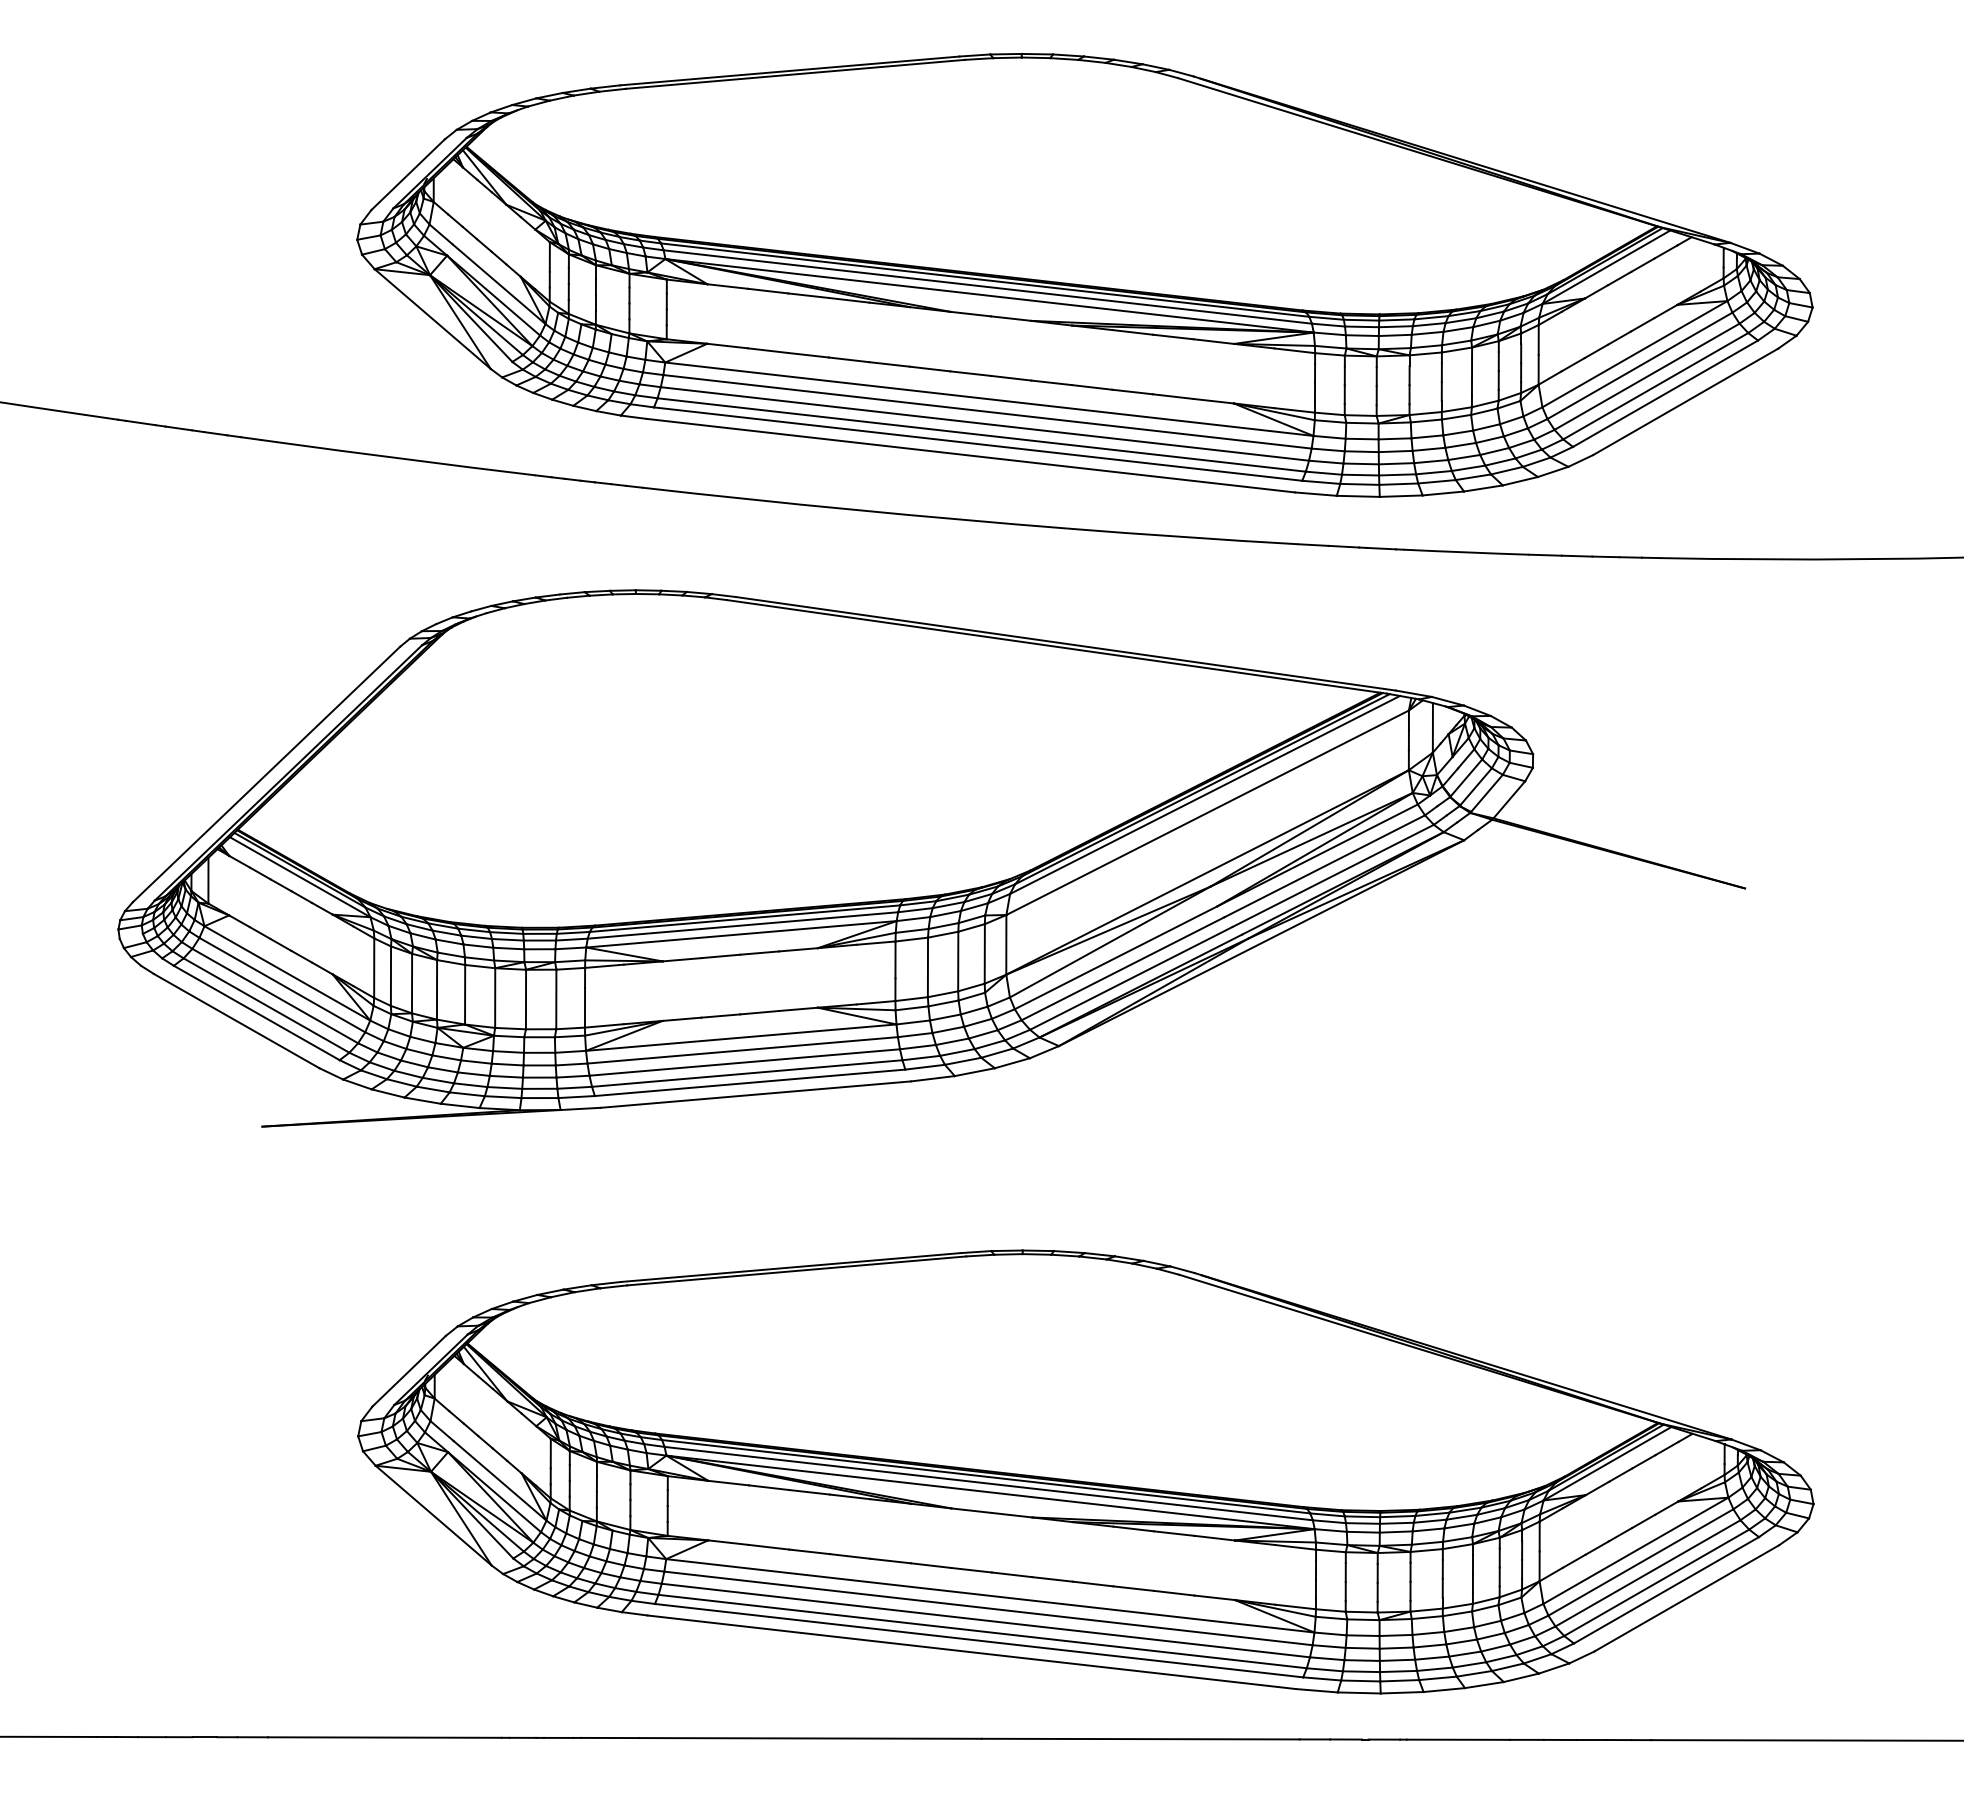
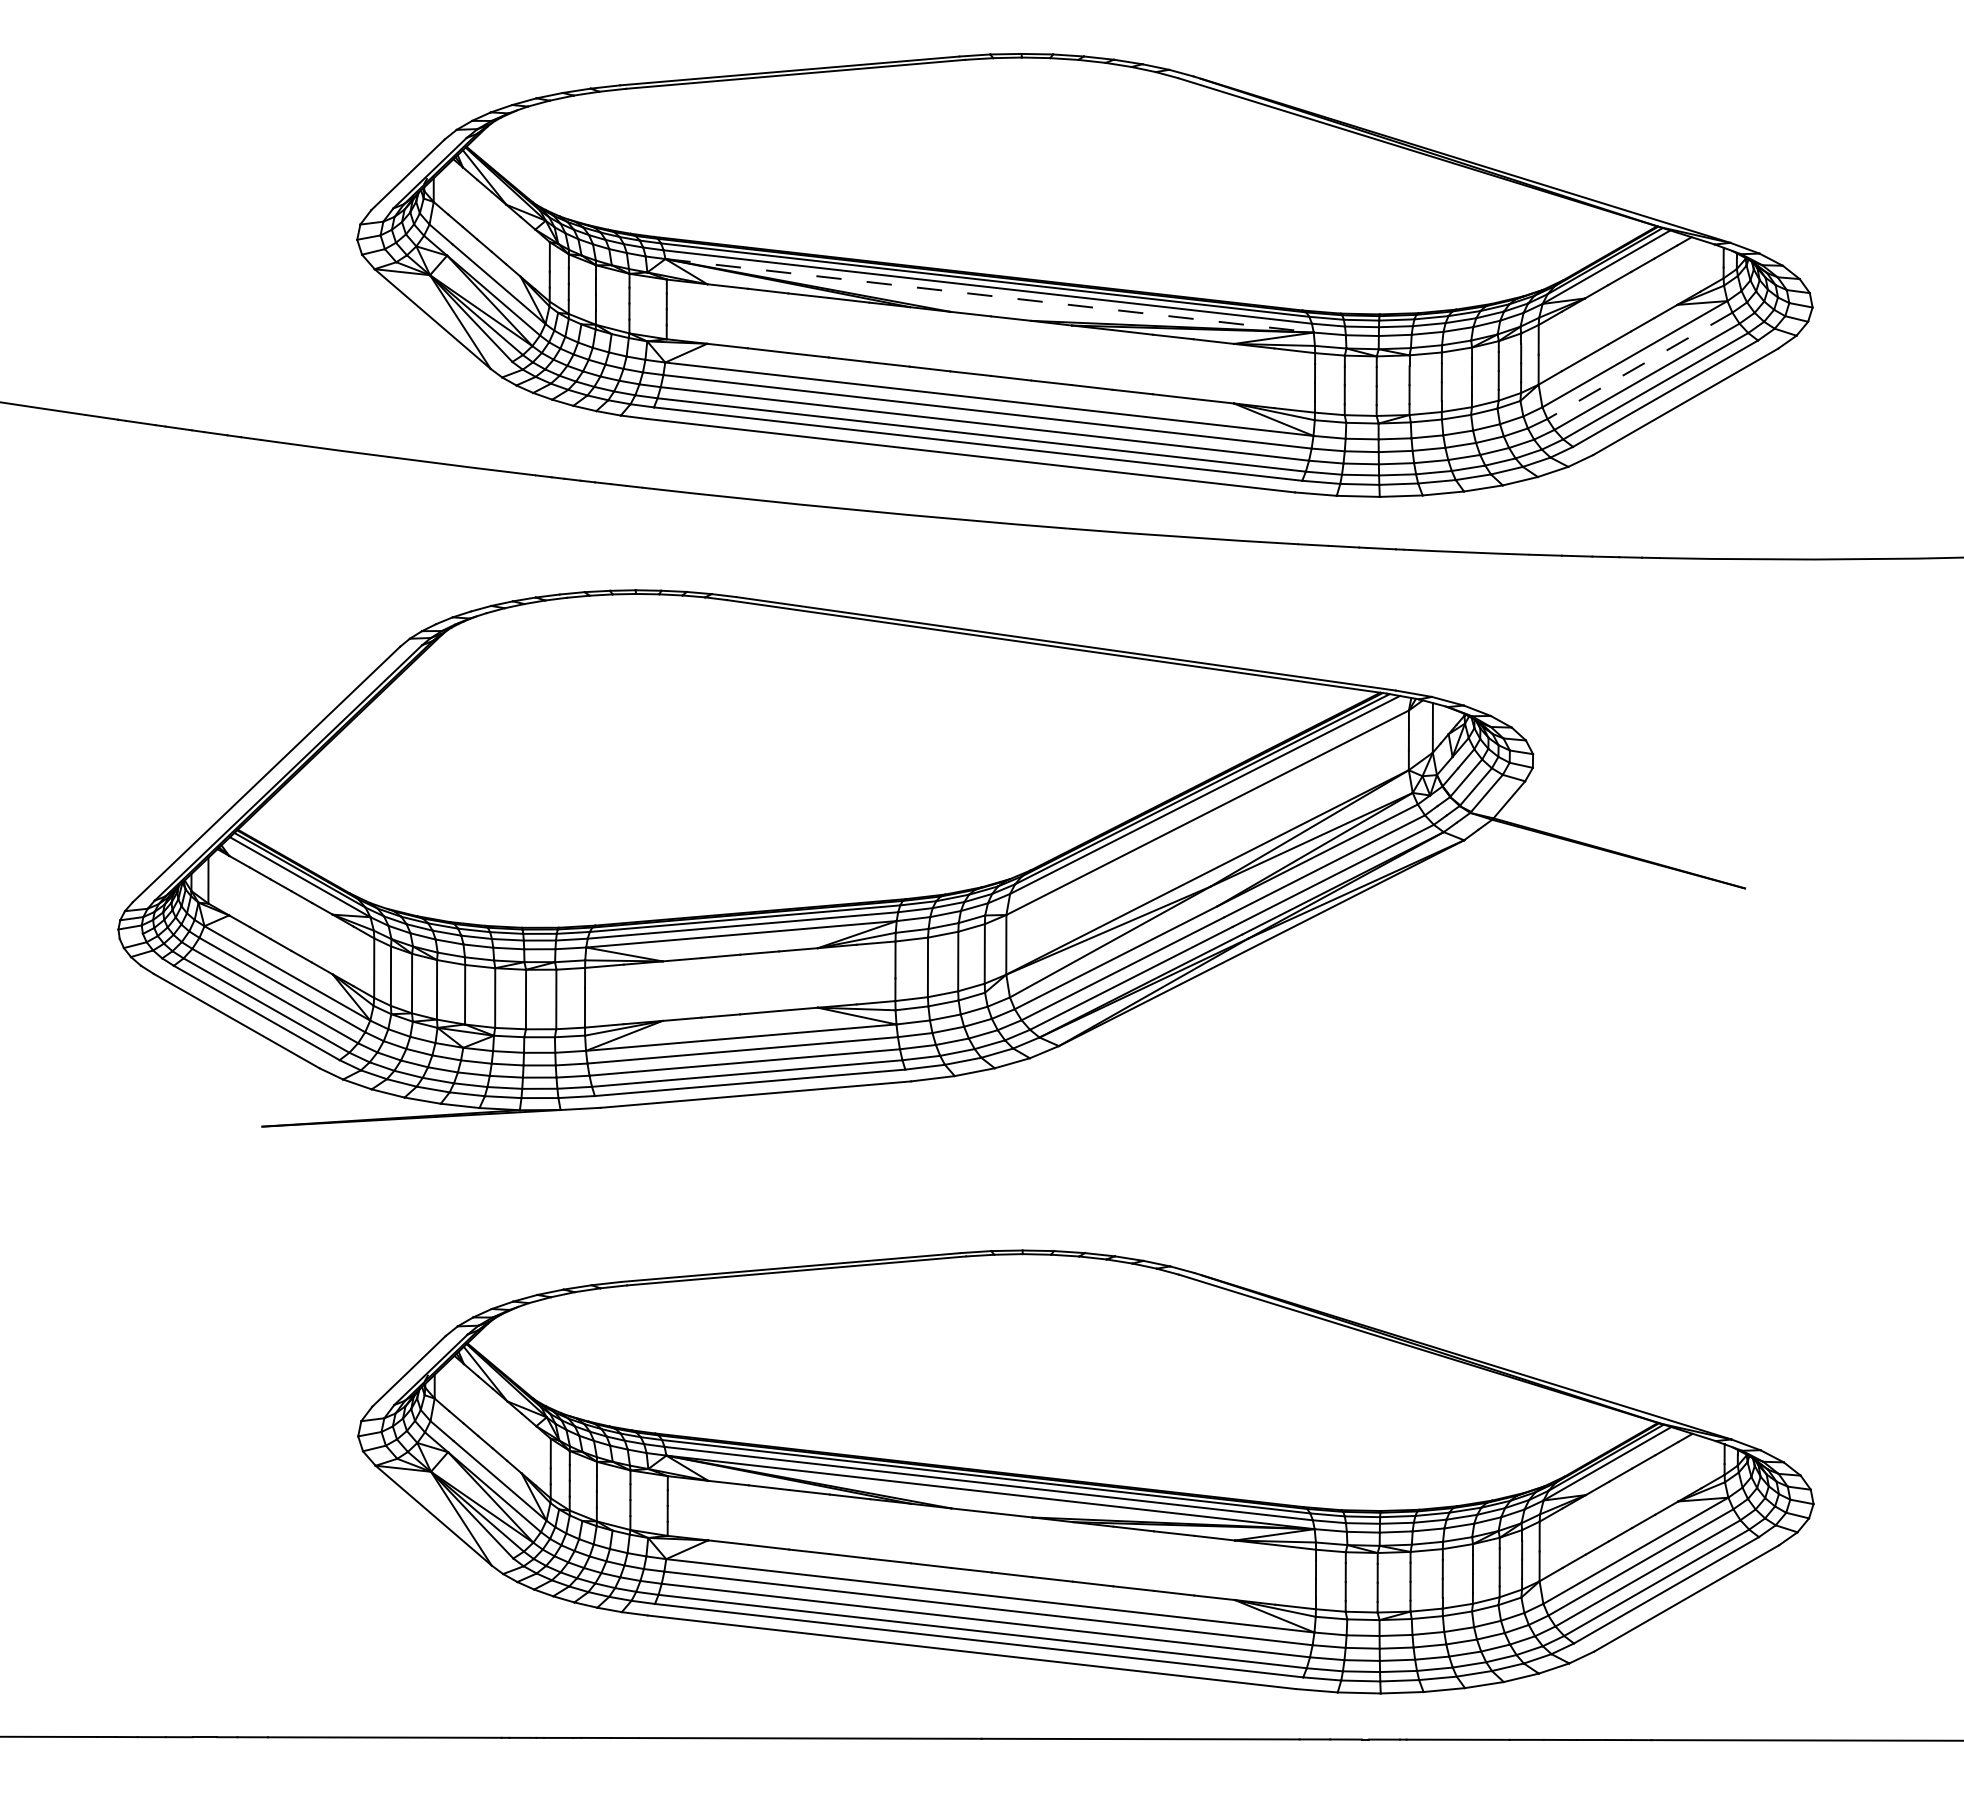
line at (990, 295): solid -> dashed
line at (1639, 365): solid -> dashed
